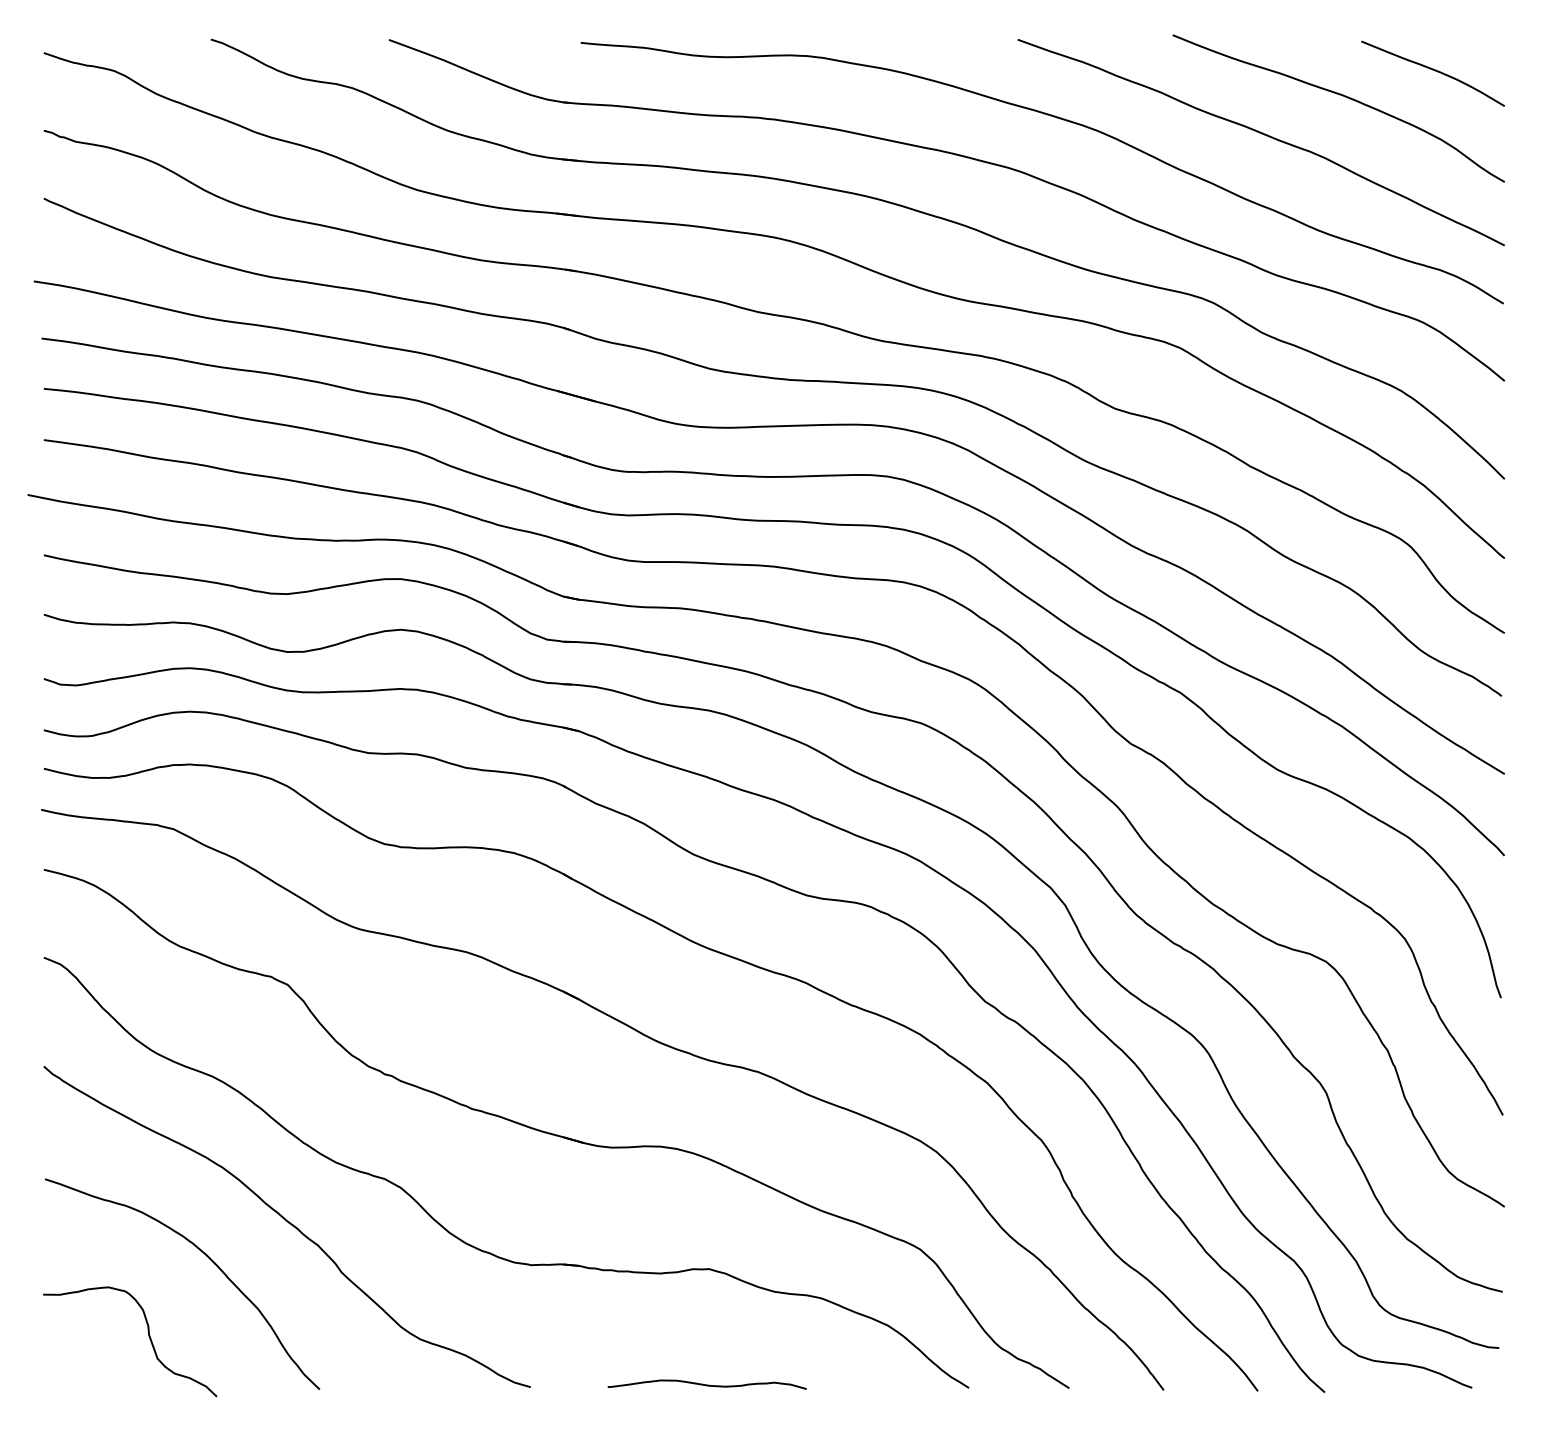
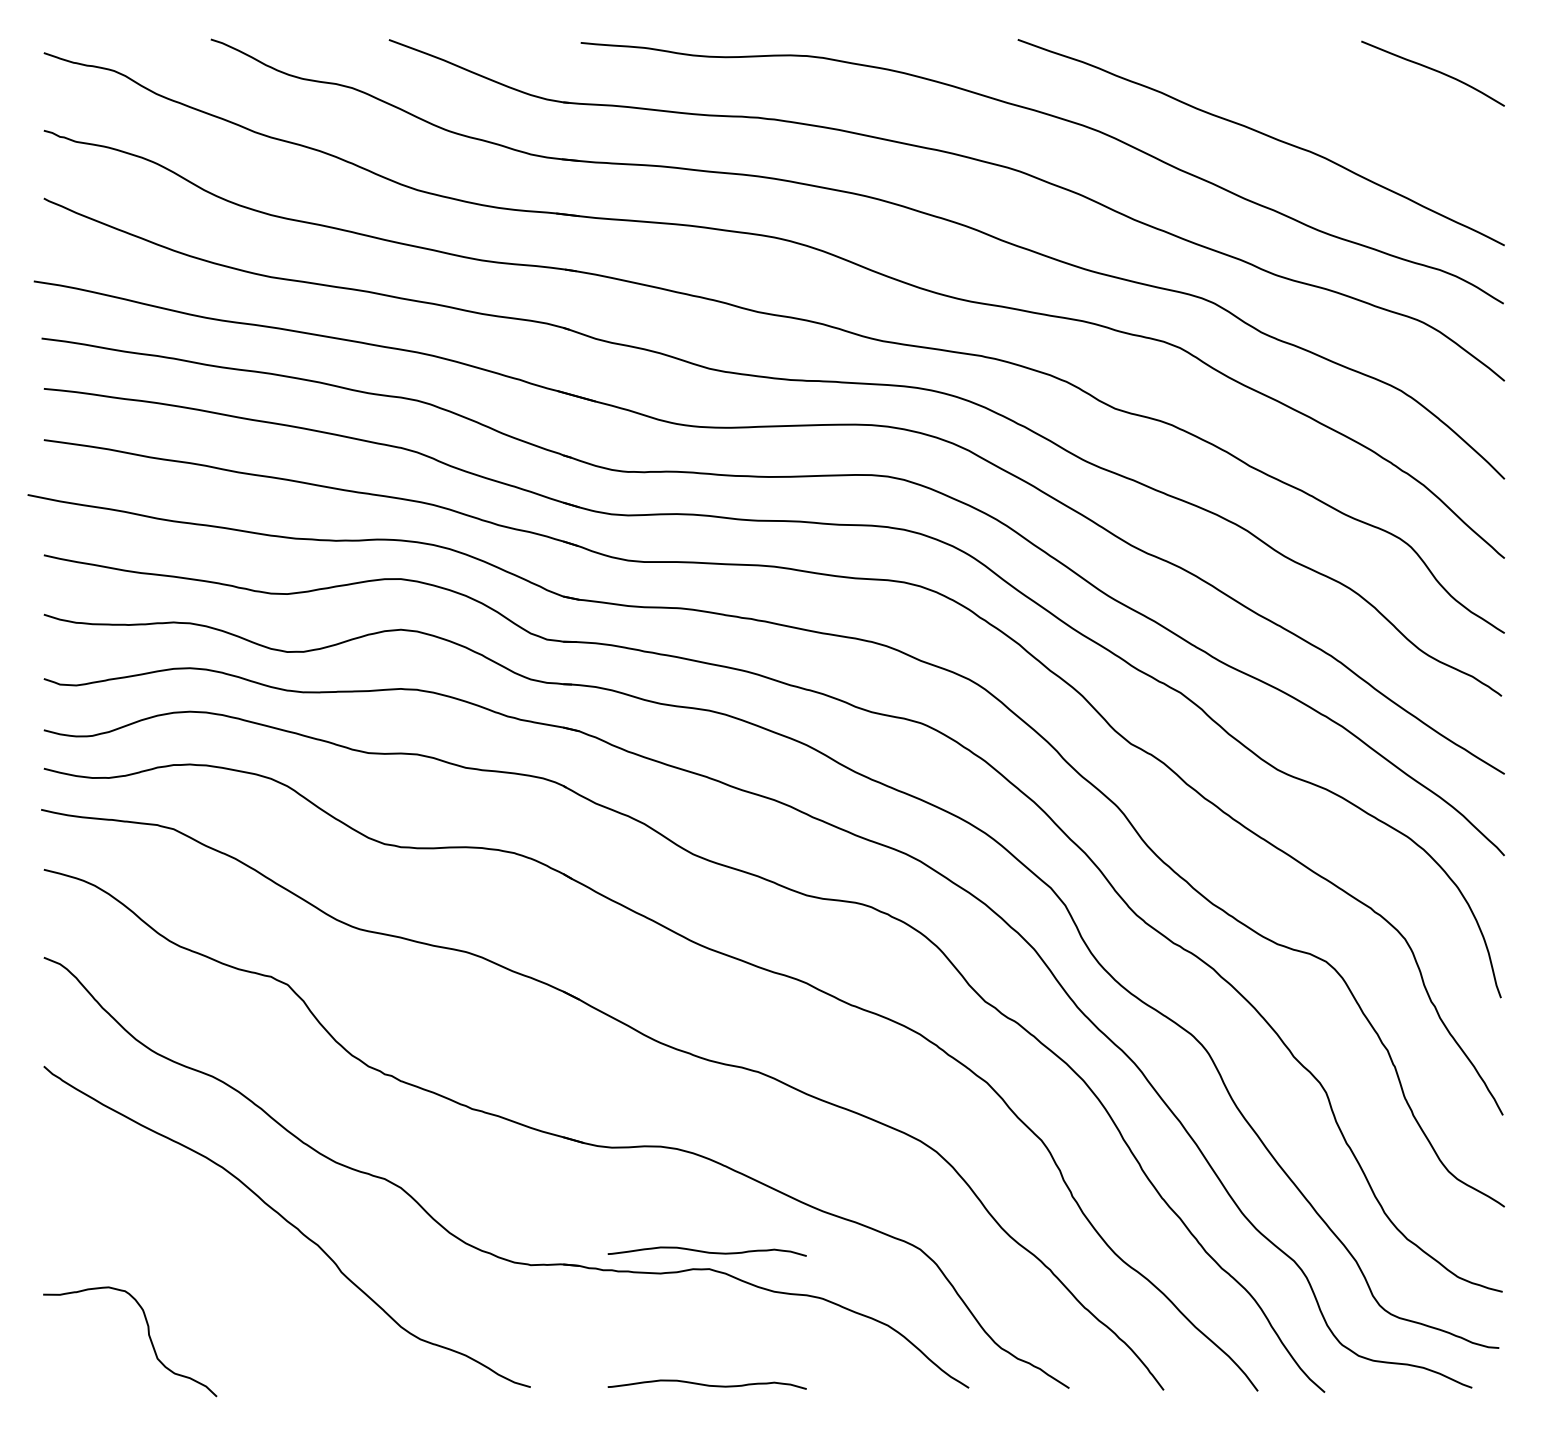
curve at (1342, 96): present -> none
curve at (706, 1251): none -> present
curve at (207, 1257): present -> none
